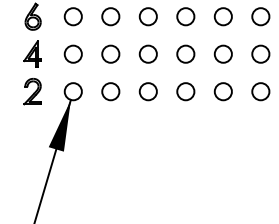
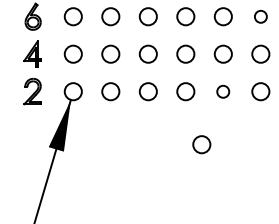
circle at (260, 16) size: 20x20 px -> 14x14 px
circle at (222, 91) size: 20x20 px -> 15x15 px
circle at (201, 144): none -> present
